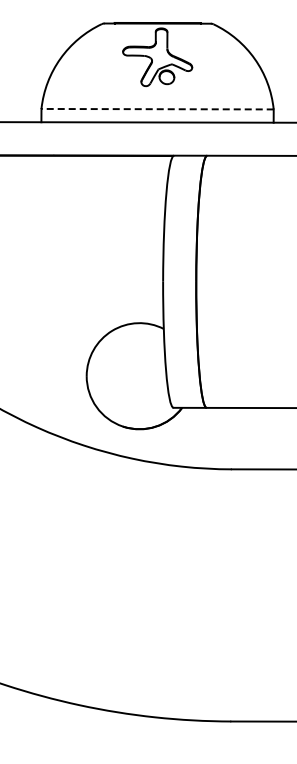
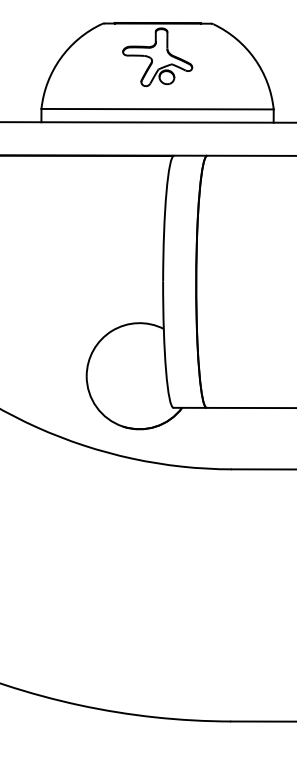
line at (157, 109): dashed -> solid
